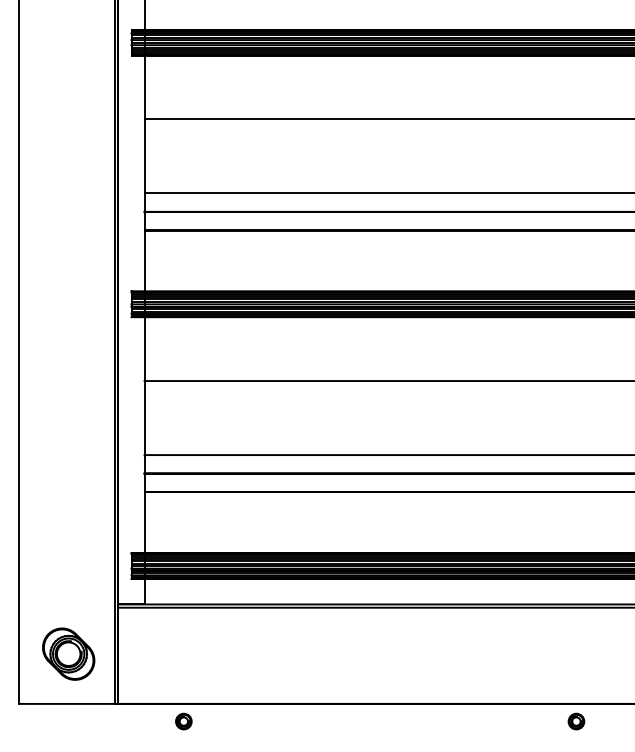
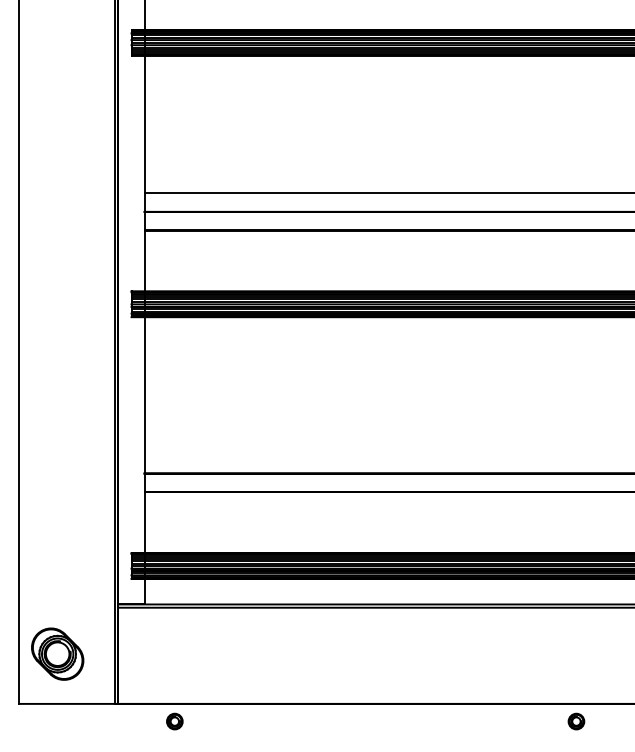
line at (387, 119): present -> none
line at (387, 381): present -> none
line at (387, 455): present -> none
part at (68, 653) position: (68, 653) -> (57, 653)
part at (183, 721) position: (183, 721) -> (174, 721)
